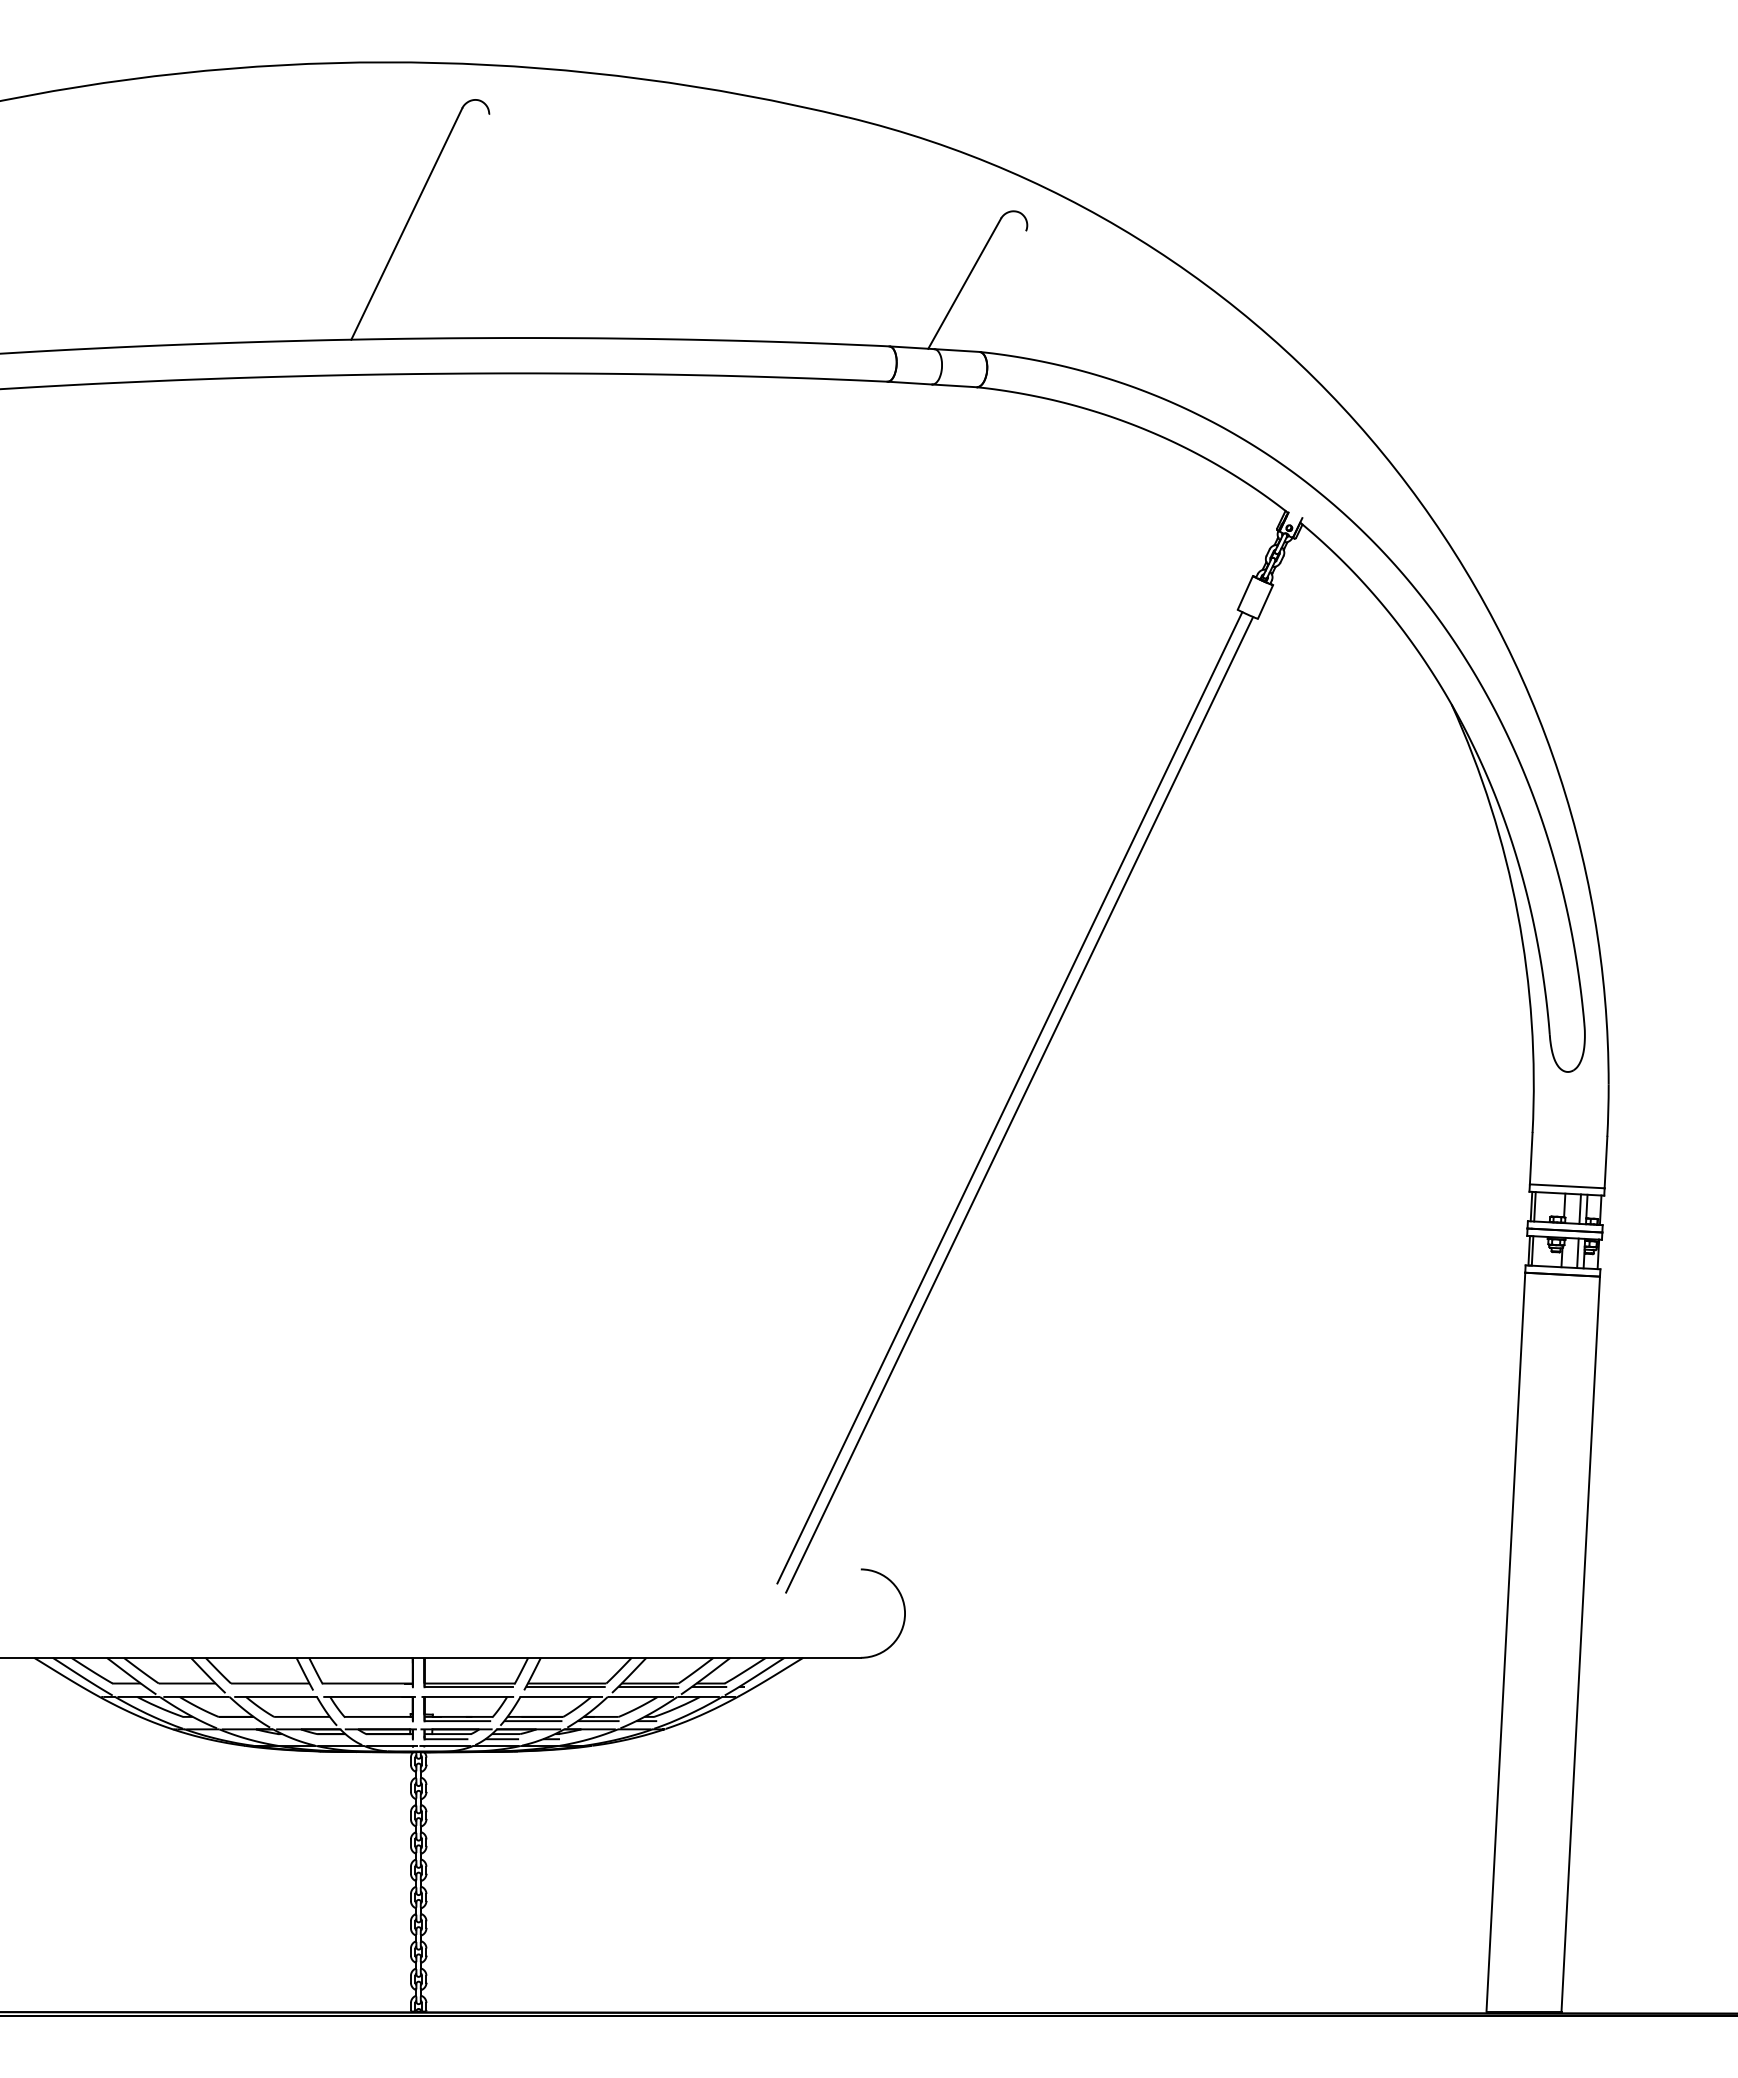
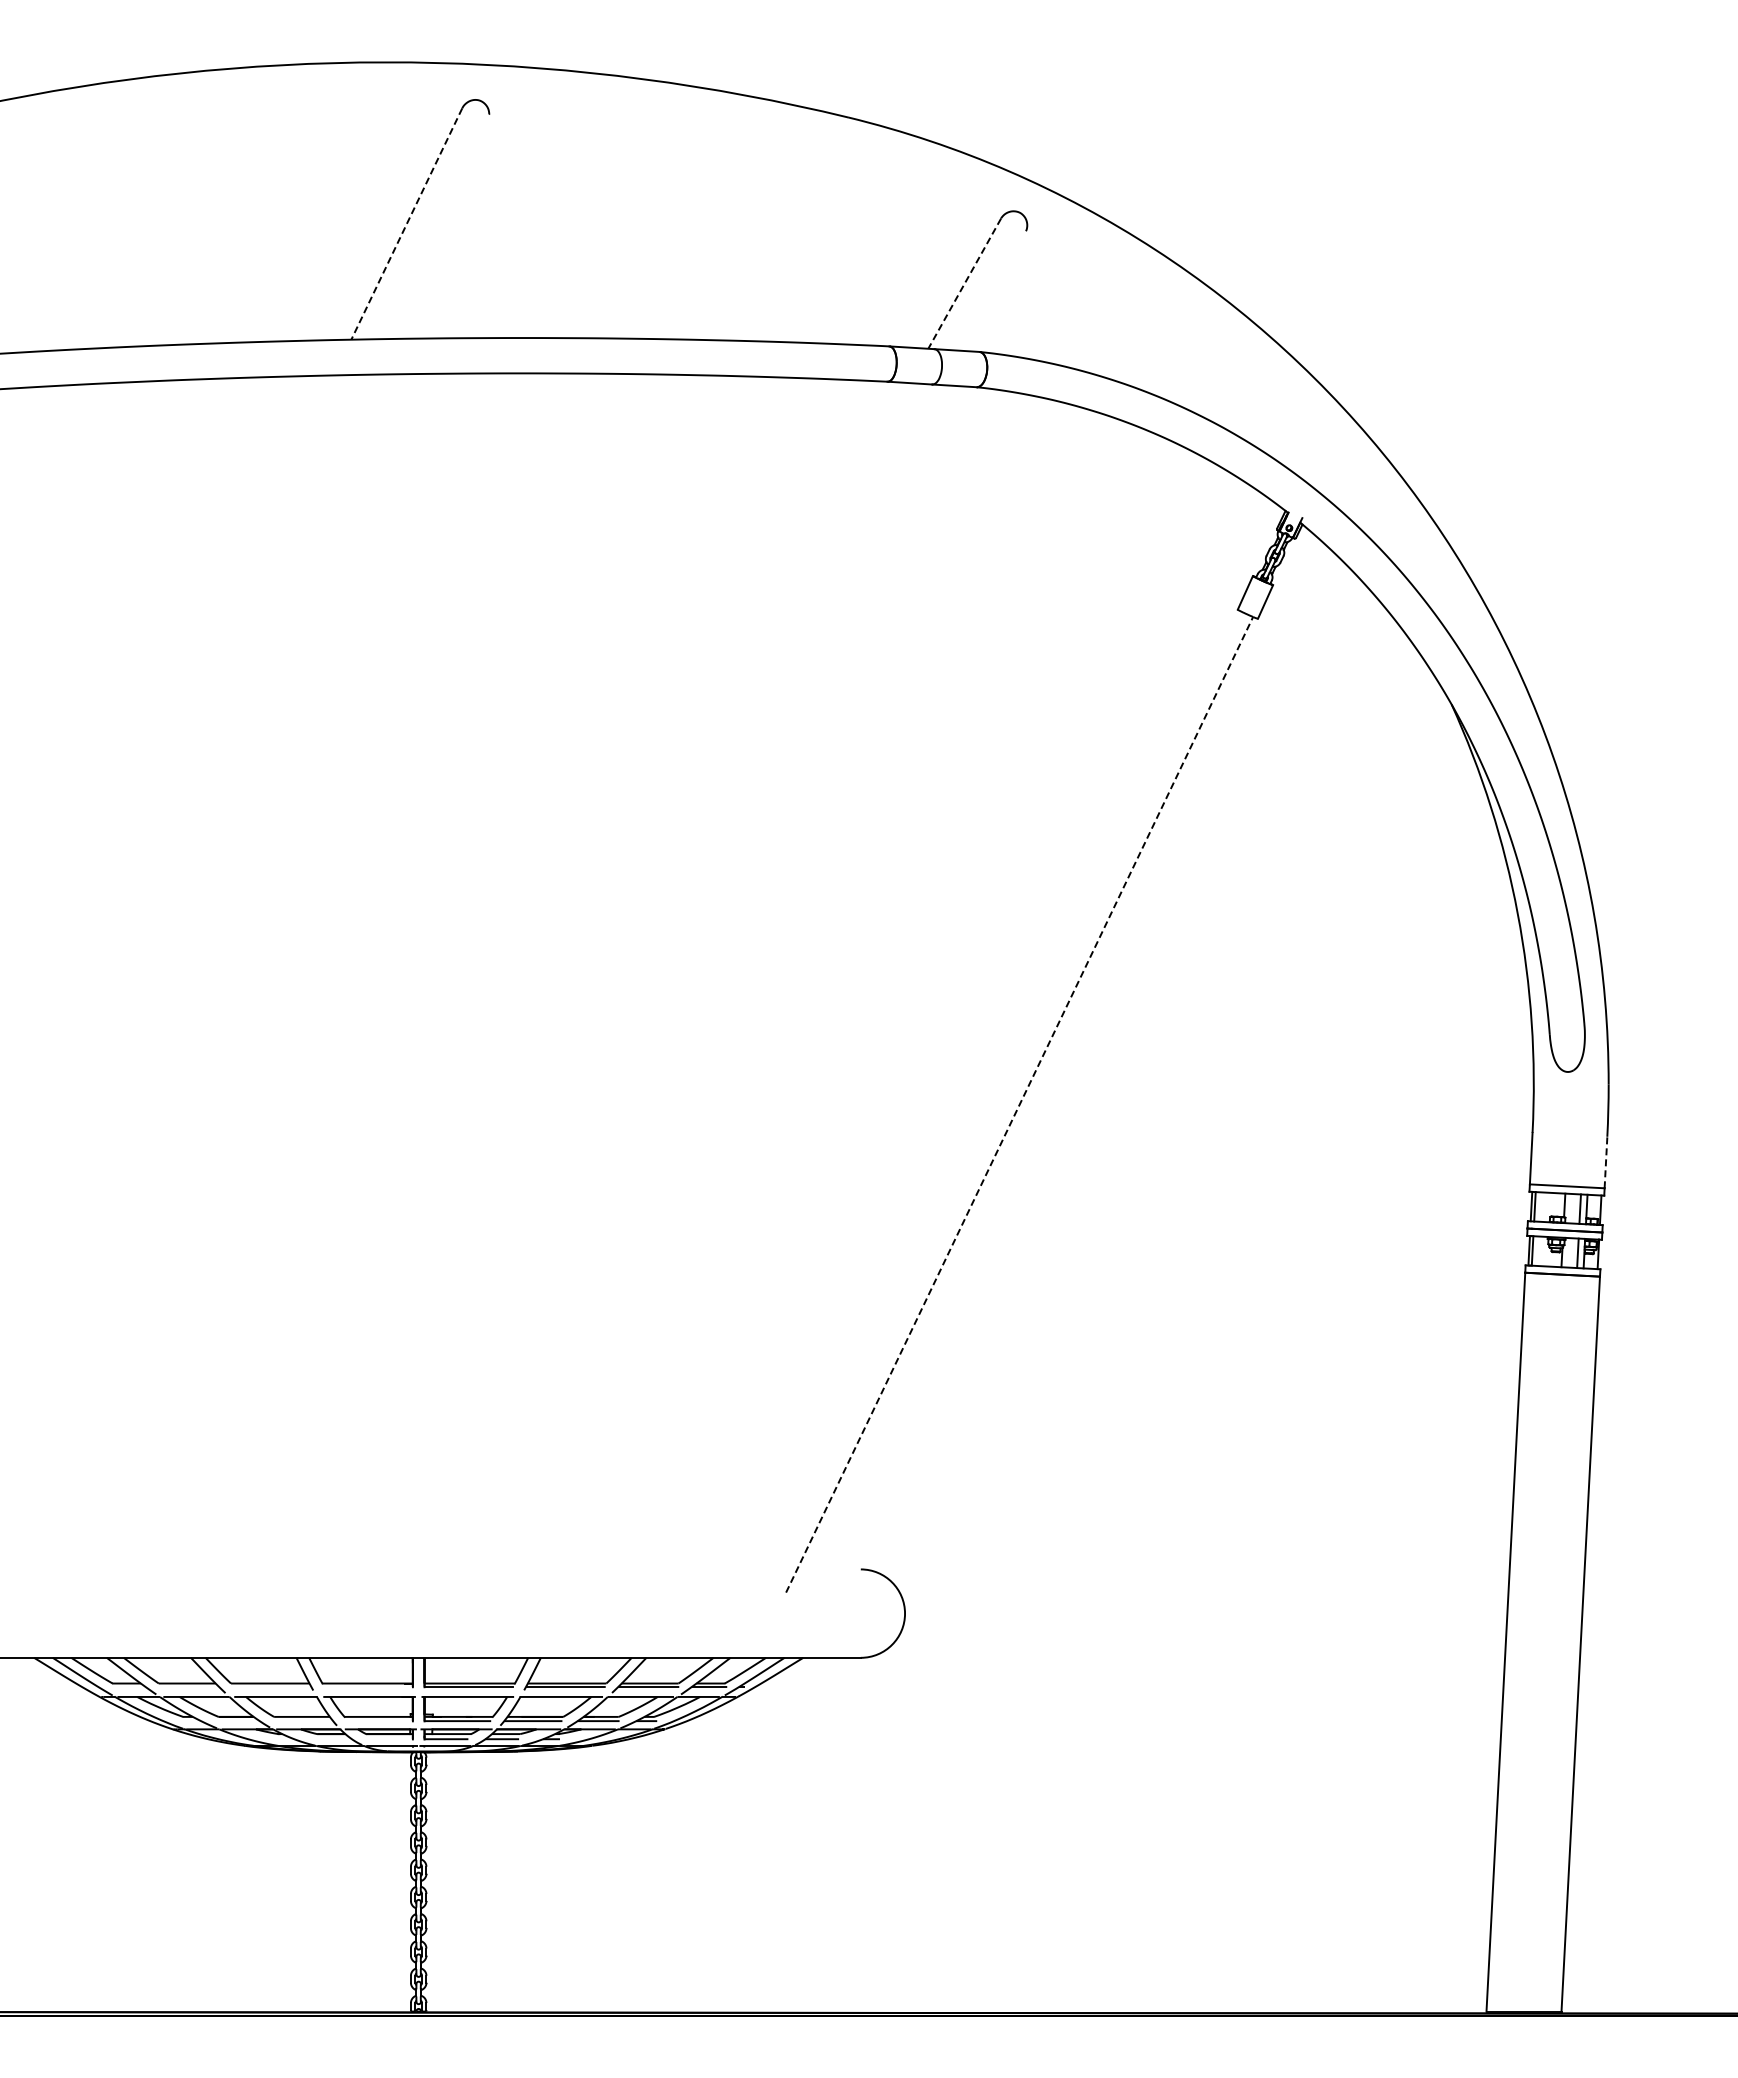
line at (406, 224): solid -> dashed
line at (964, 283): solid -> dashed
line at (1009, 1097): present -> none
line at (1019, 1104): solid -> dashed
line at (1605, 1162): solid -> dashed
